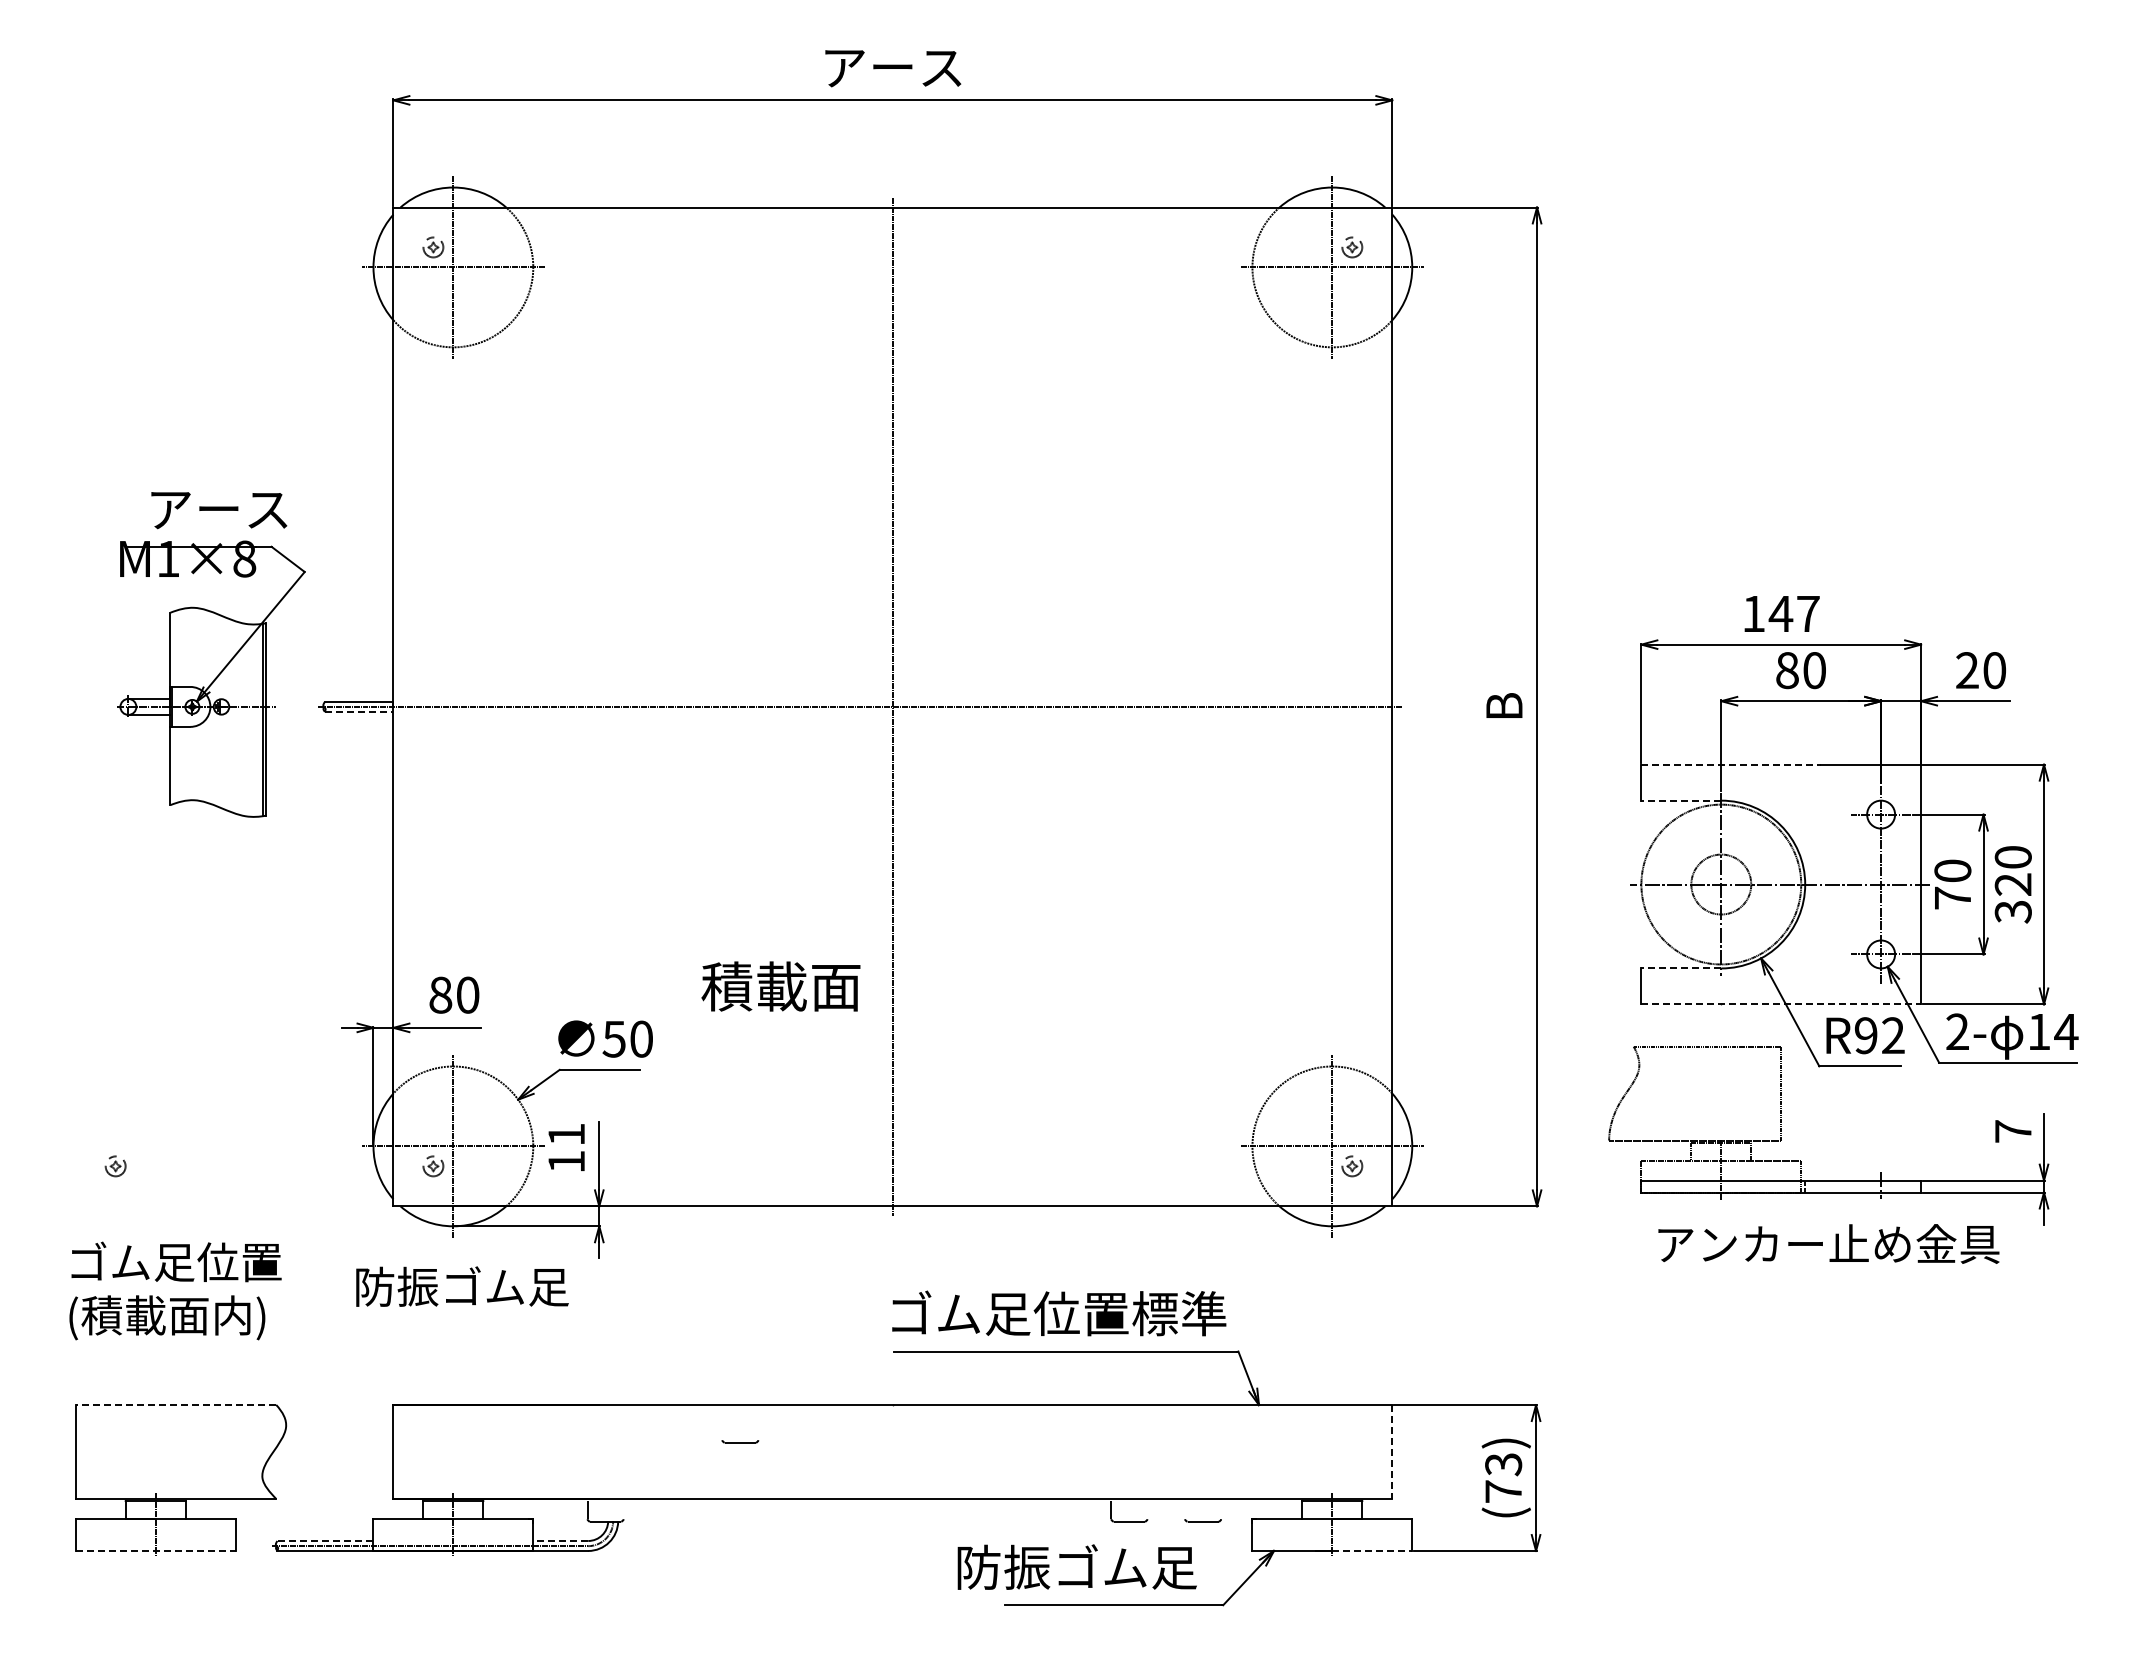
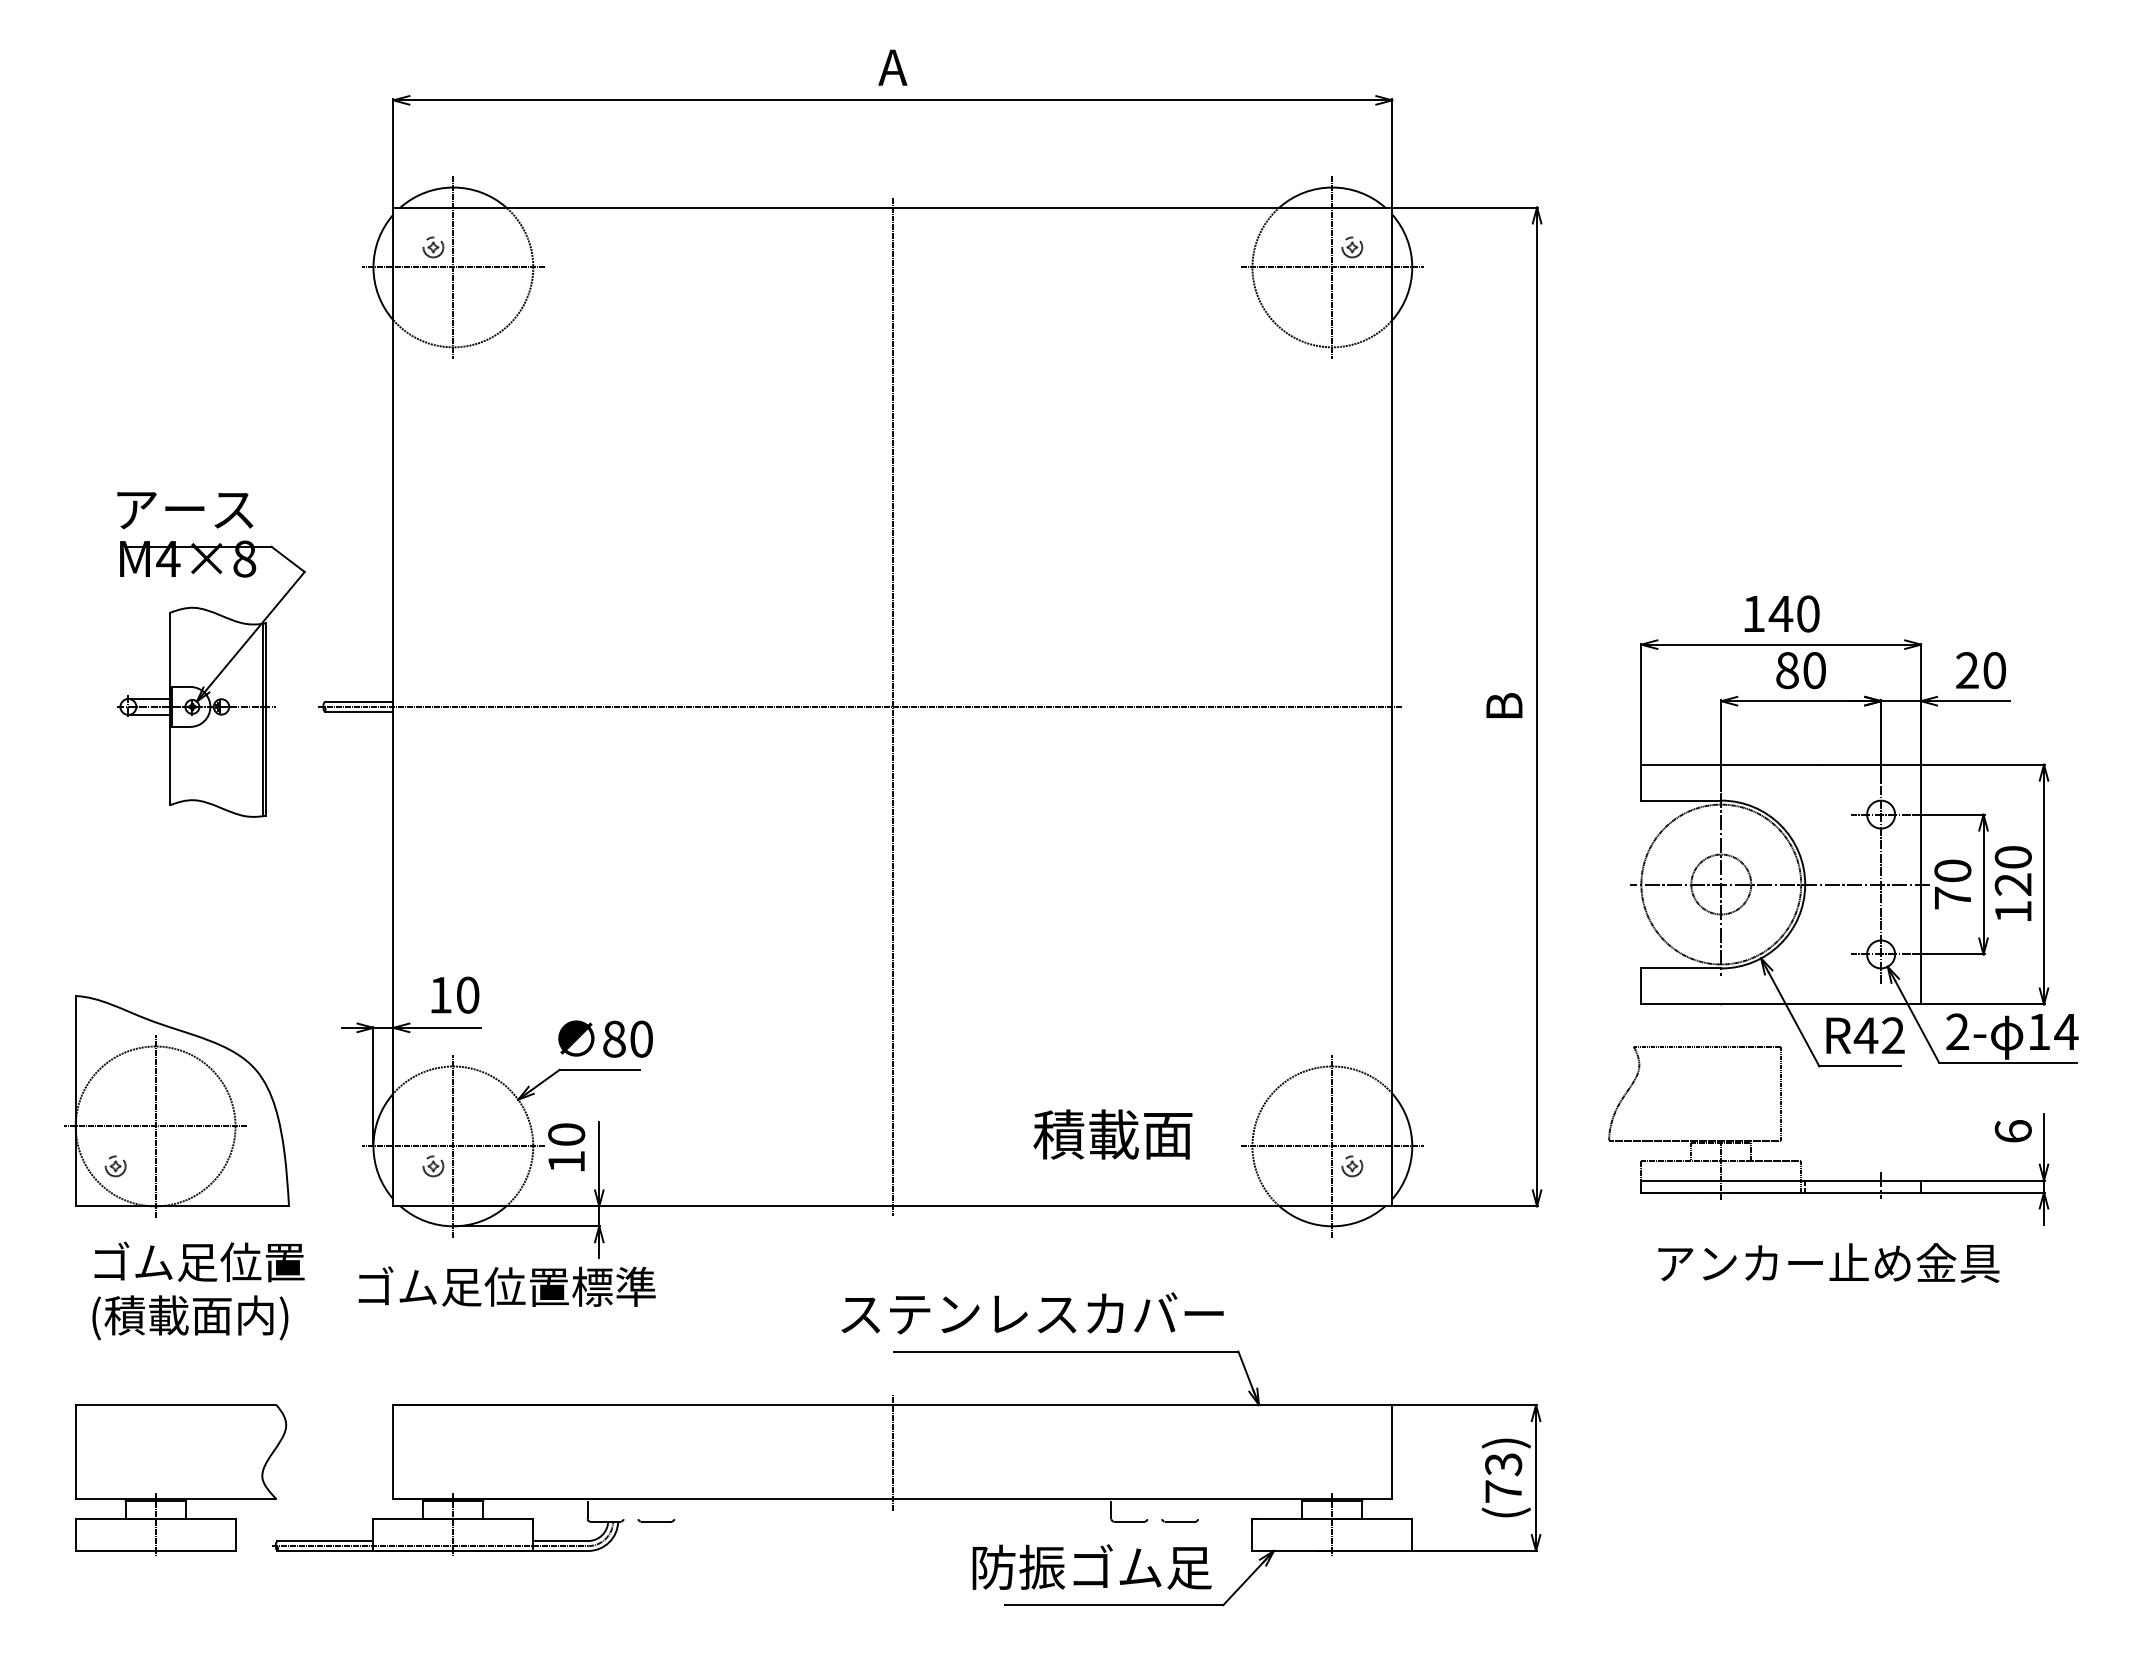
text at (893, 68): アース -> A
text at (219, 510) position: (219, 510) -> (185, 510)
text at (168, 558): M1×8 -> M4×8
text at (1808, 613): 147 -> 140
line at (359, 711): dashed -> solid
line at (1731, 764): dashed -> solid
line at (1681, 800): dashed -> solid
text at (2012, 912): 320 -> 120
line at (1681, 968): dashed -> solid
text at (780, 986) position: (780, 986) -> (1112, 1134)
text at (440, 994): 80 -> 10
line at (1781, 1004): dashed -> solid
text at (1865, 1035): R92 -> R42
text at (613, 1038): 50 -> 80
part at (176, 1106): none -> present
text at (2012, 1131): 7 -> 6
text at (566, 1134): 11 -> 10
text at (1828, 1243) position: (1828, 1243) -> (1828, 1262)
text at (505, 1286): 防振ゴム足 -> ゴム足位置標準
text at (175, 1290) position: (175, 1290) -> (198, 1290)
text at (1033, 1313): ゴム足位置標準 -> ステンレスカバー
line at (175, 1405): dashed -> solid
part at (740, 1441) position: (740, 1441) -> (656, 1520)
line at (892, 1452): none -> present
line at (1392, 1452): dashed -> solid
part at (1202, 1520) position: (1202, 1520) -> (1179, 1520)
line at (324, 1541): dashed -> solid
line at (560, 1541): dashed -> solid
line at (155, 1550): dashed -> solid
line at (1372, 1550): dashed -> solid
text at (1076, 1566) position: (1076, 1566) -> (1091, 1566)
